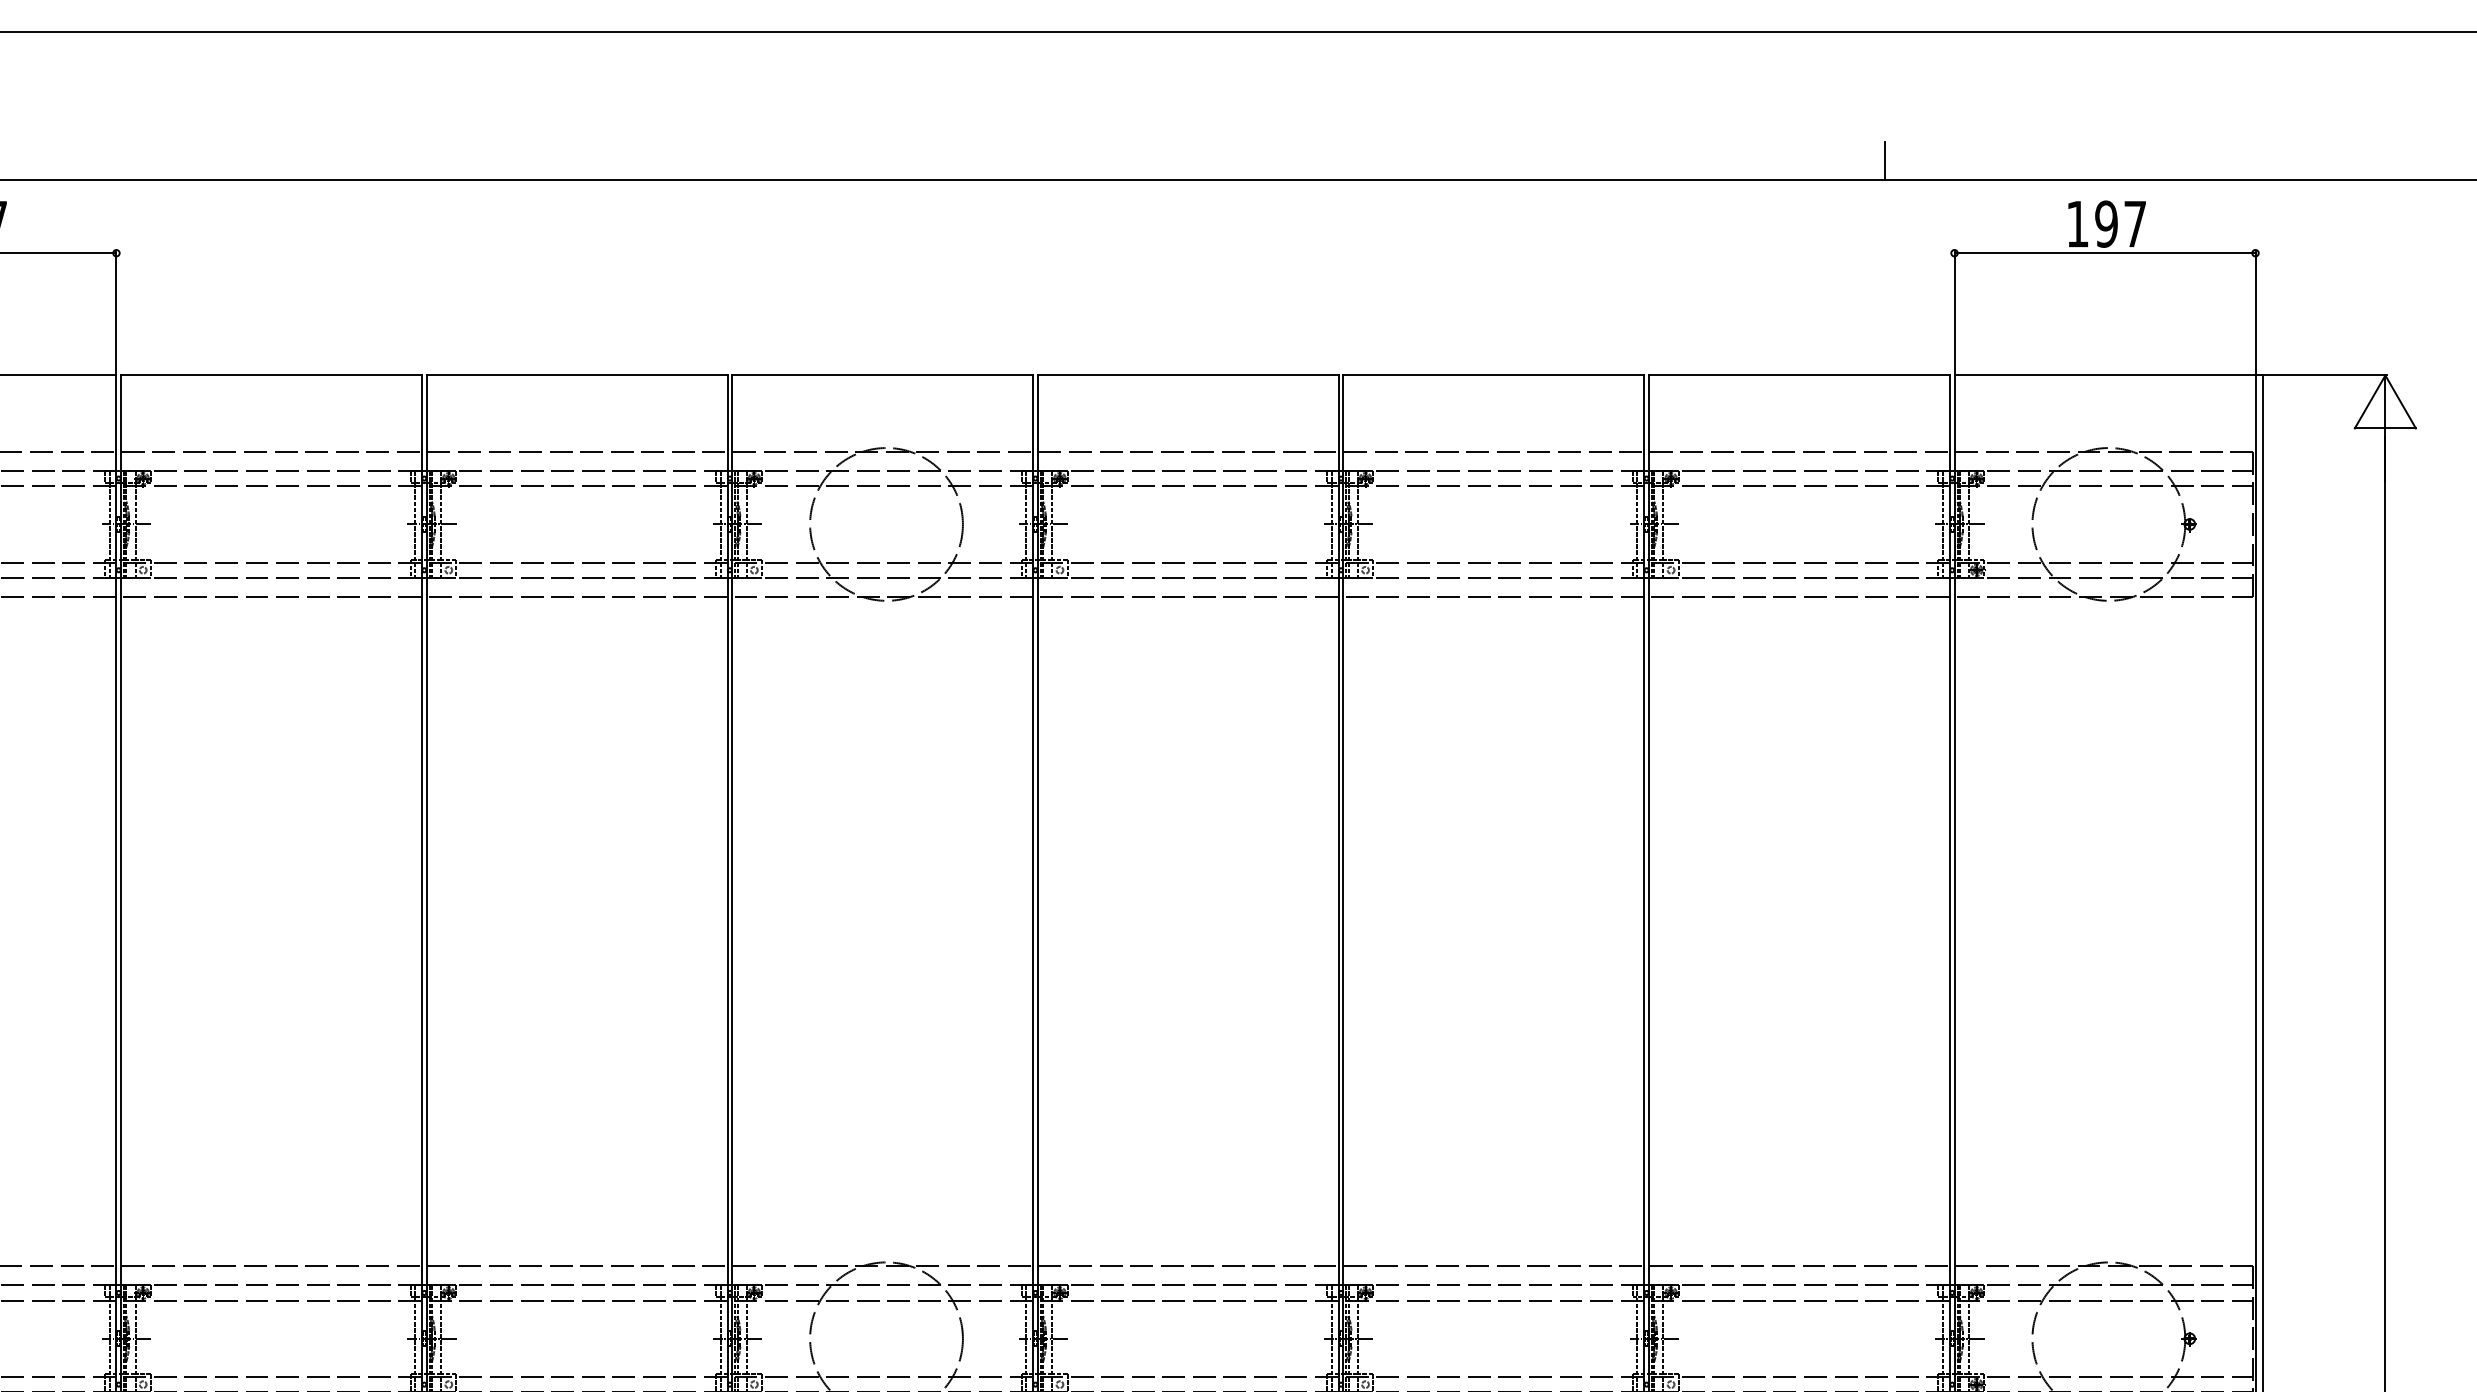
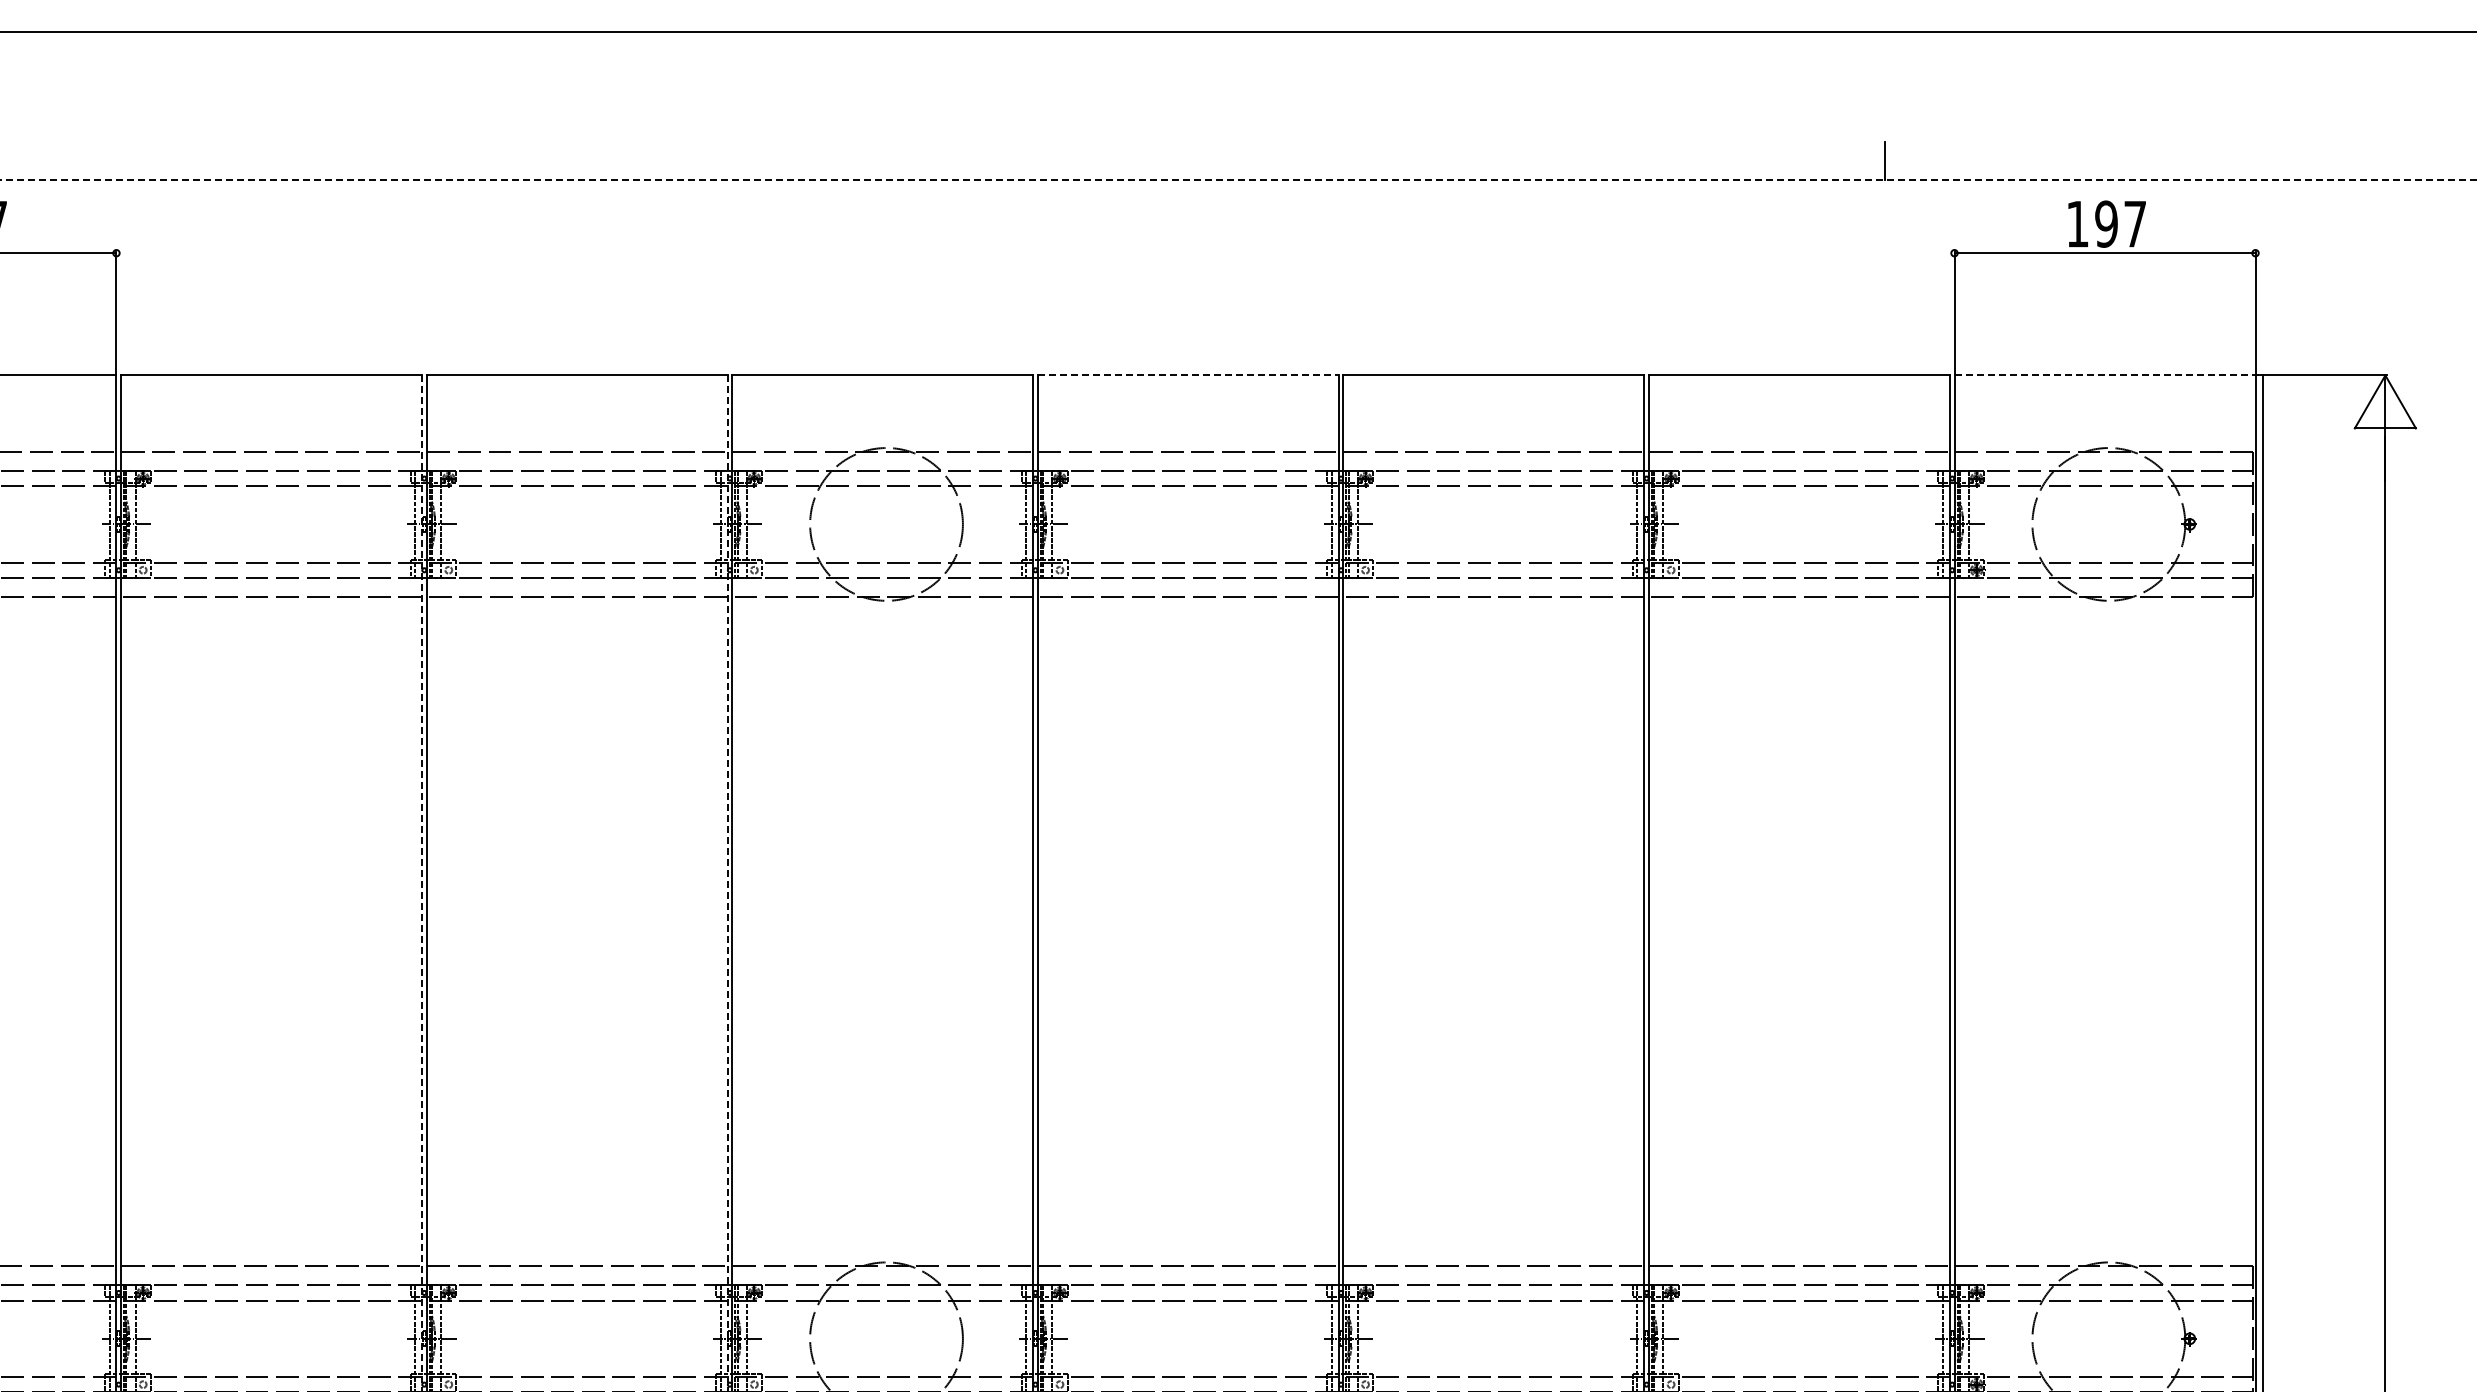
line at (1238, 180): solid -> dashed
line at (1188, 375): solid -> dashed
line at (2109, 375): solid -> dashed
line at (422, 883): solid -> dashed
line at (727, 883): solid -> dashed
